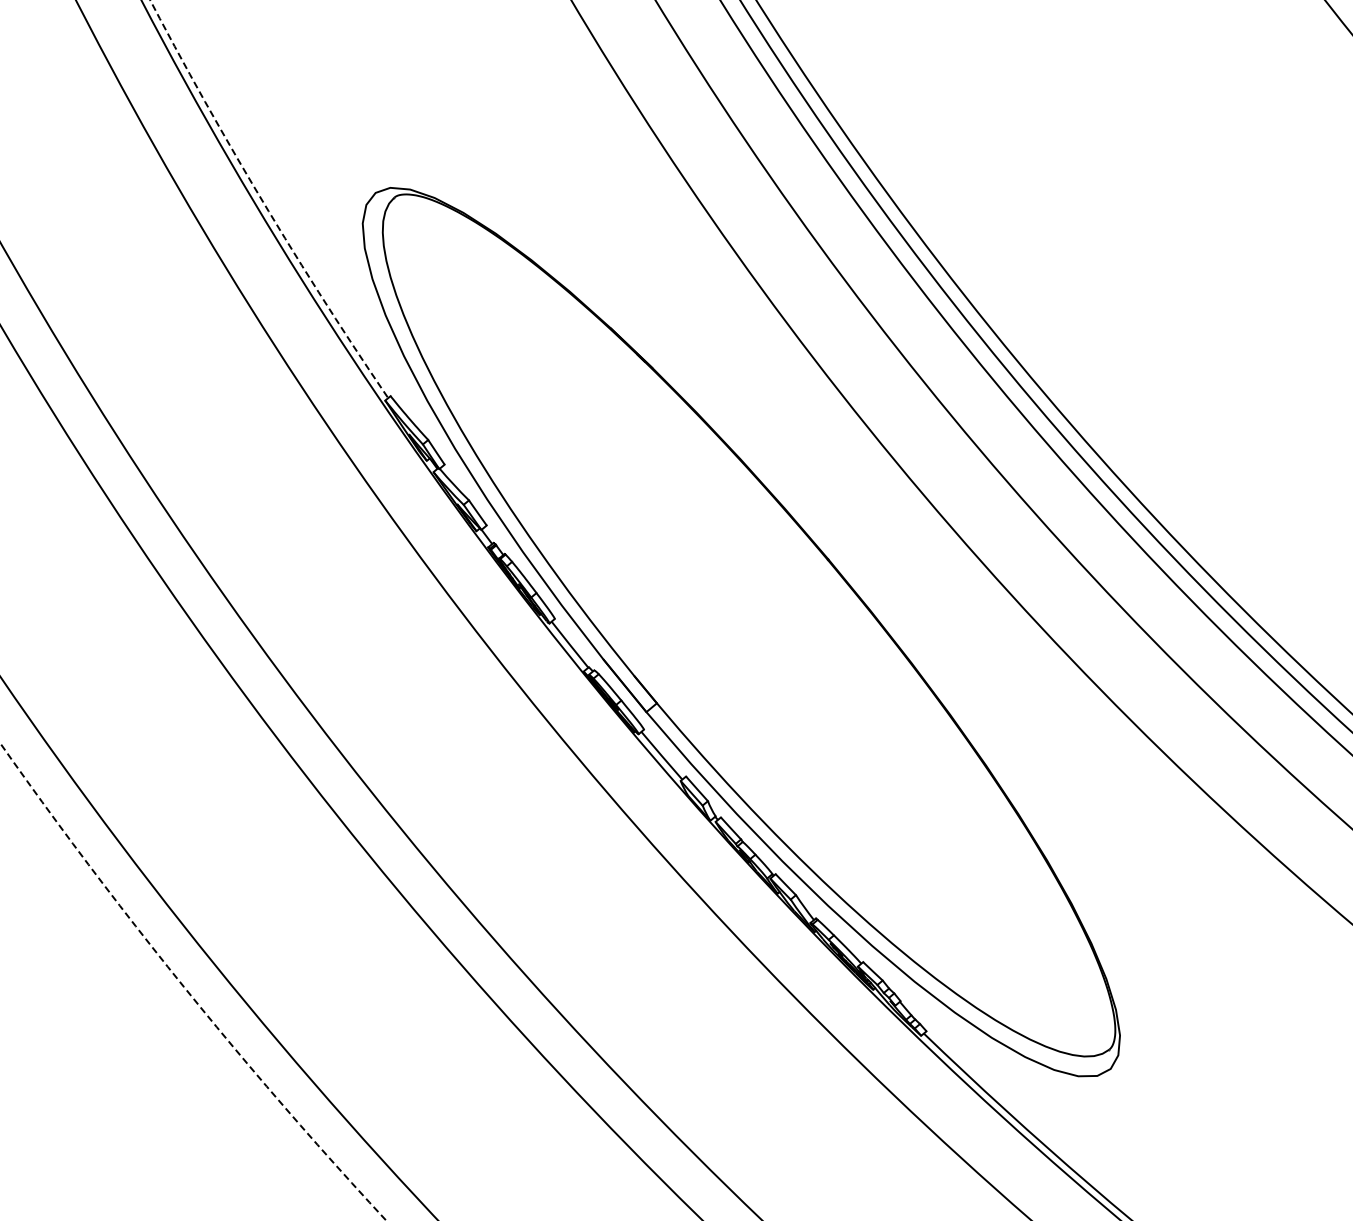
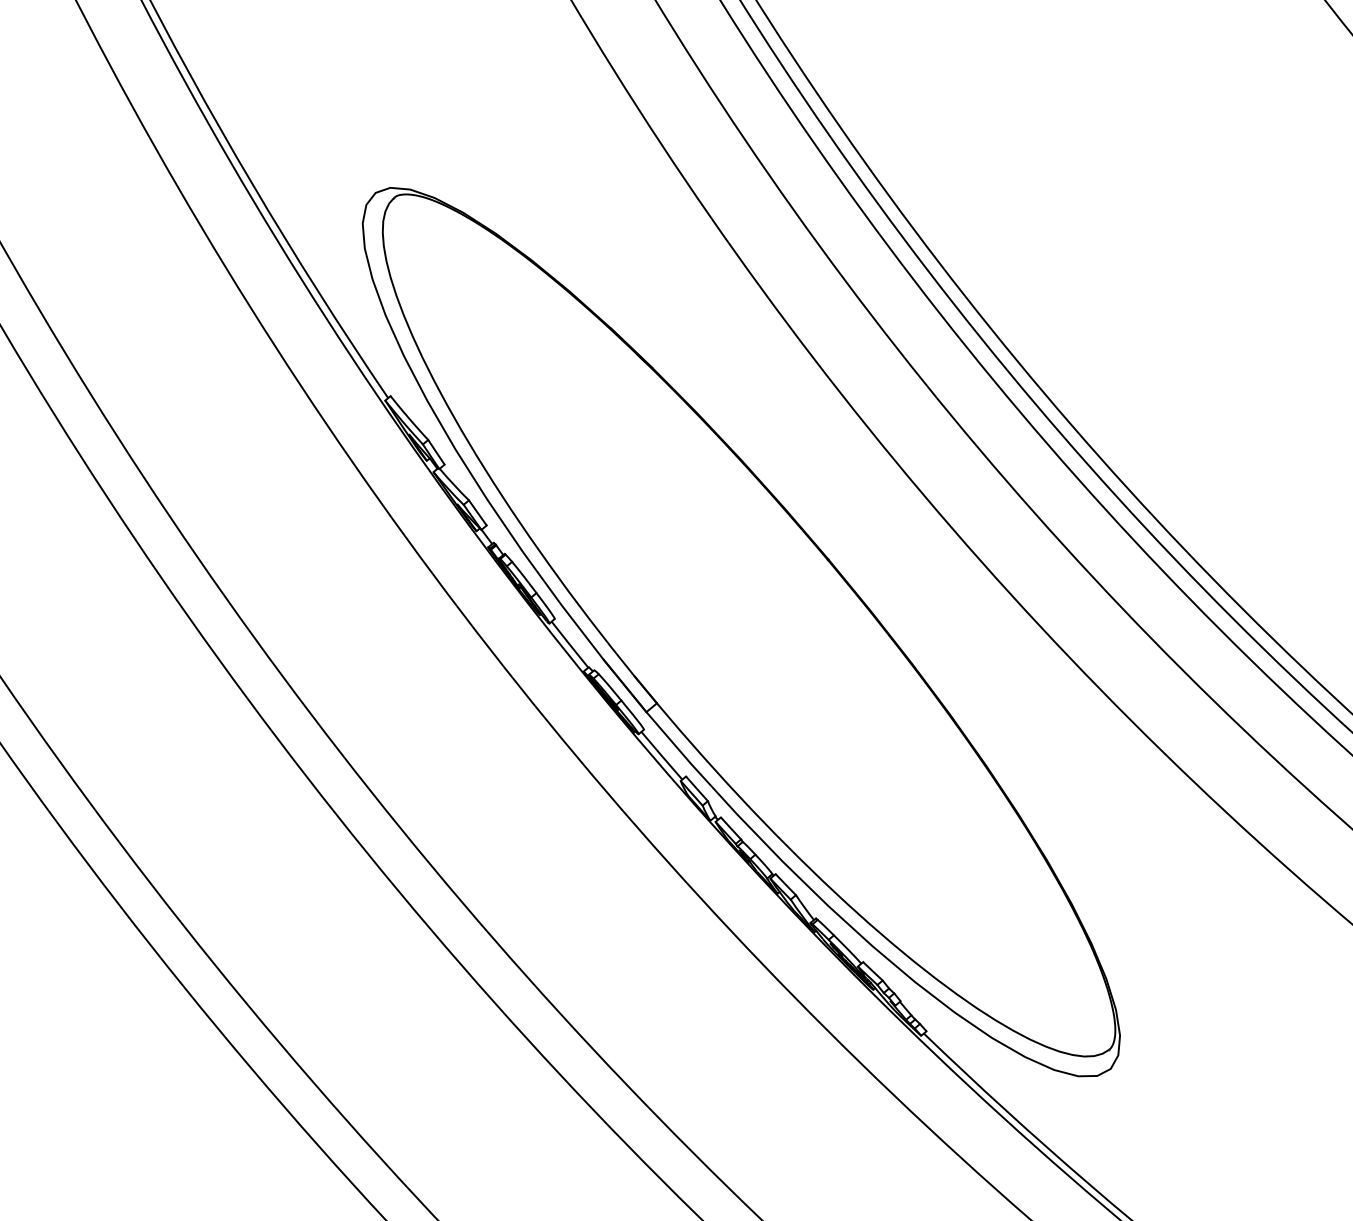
arc at (263, 201): dashed -> solid
arc at (185, 988): dashed -> solid
